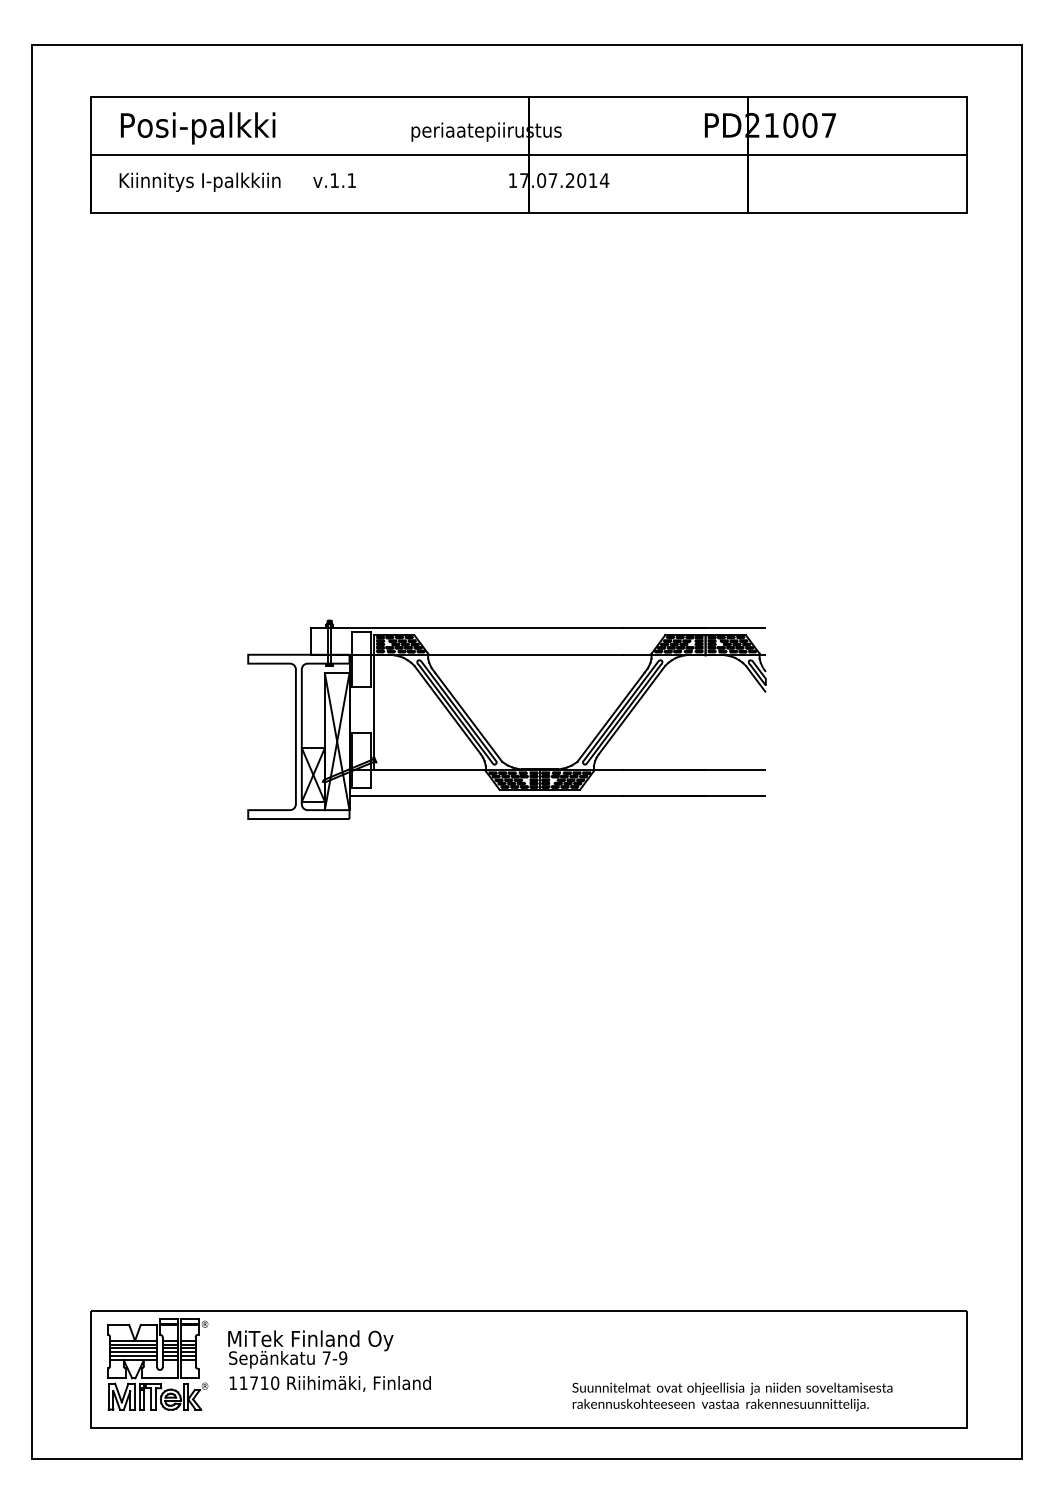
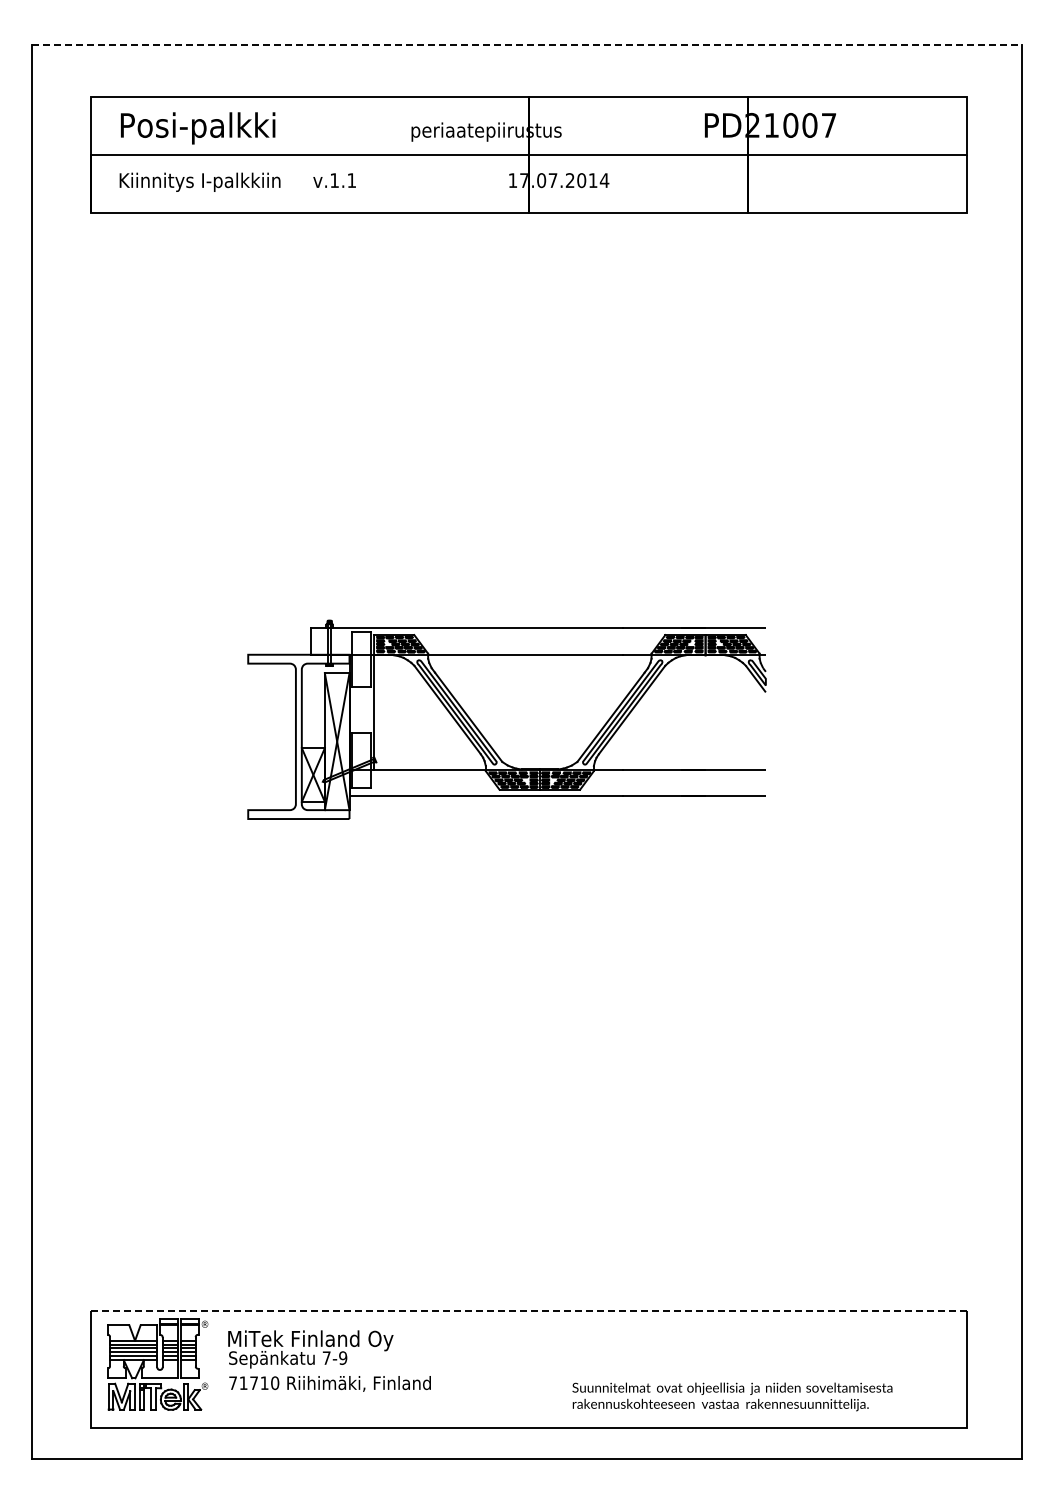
line at (527, 45): solid -> dashed
line at (528, 1310): solid -> dashed
text at (232, 1382): 11710 -> 71710
